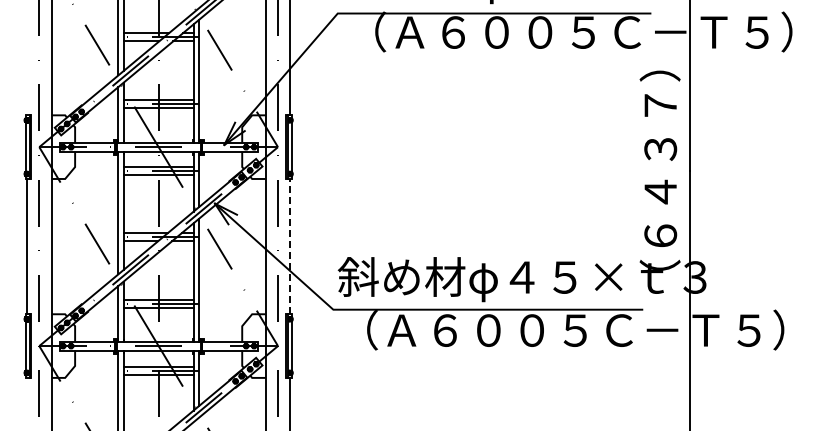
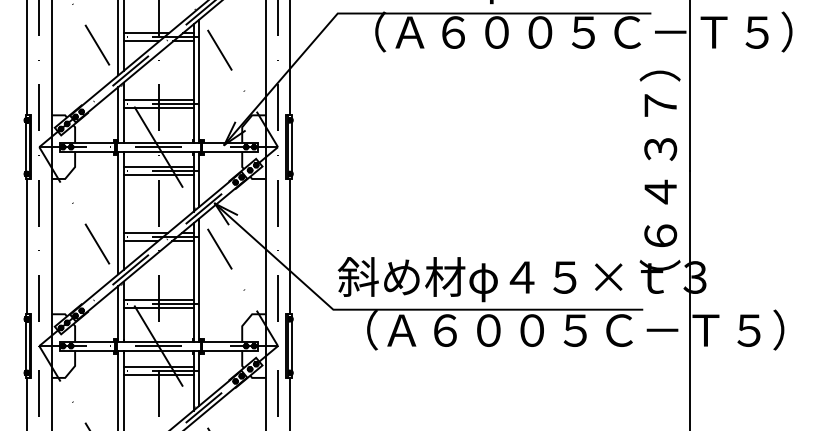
line at (26, 58): none -> present
line at (290, 246): dashed -> solid
line at (26, 402): none -> present
